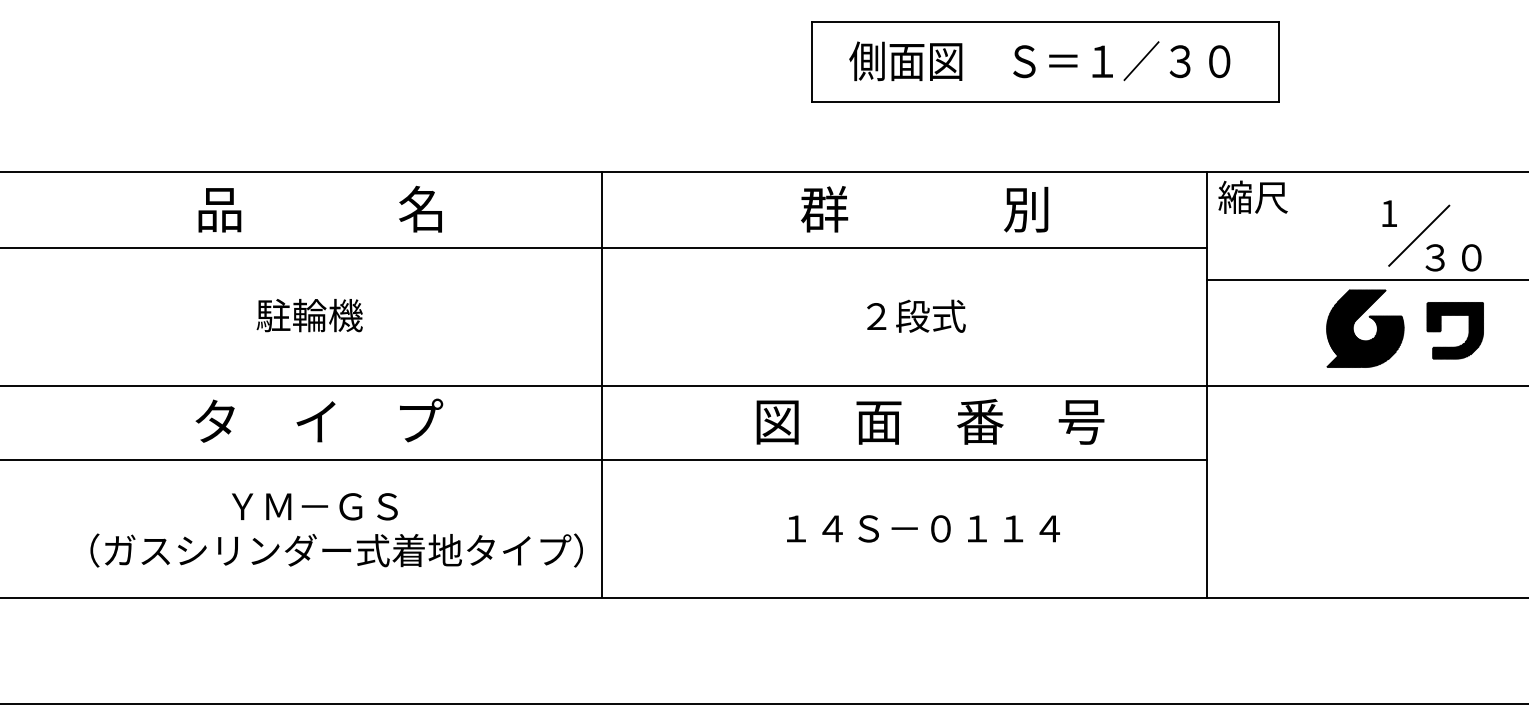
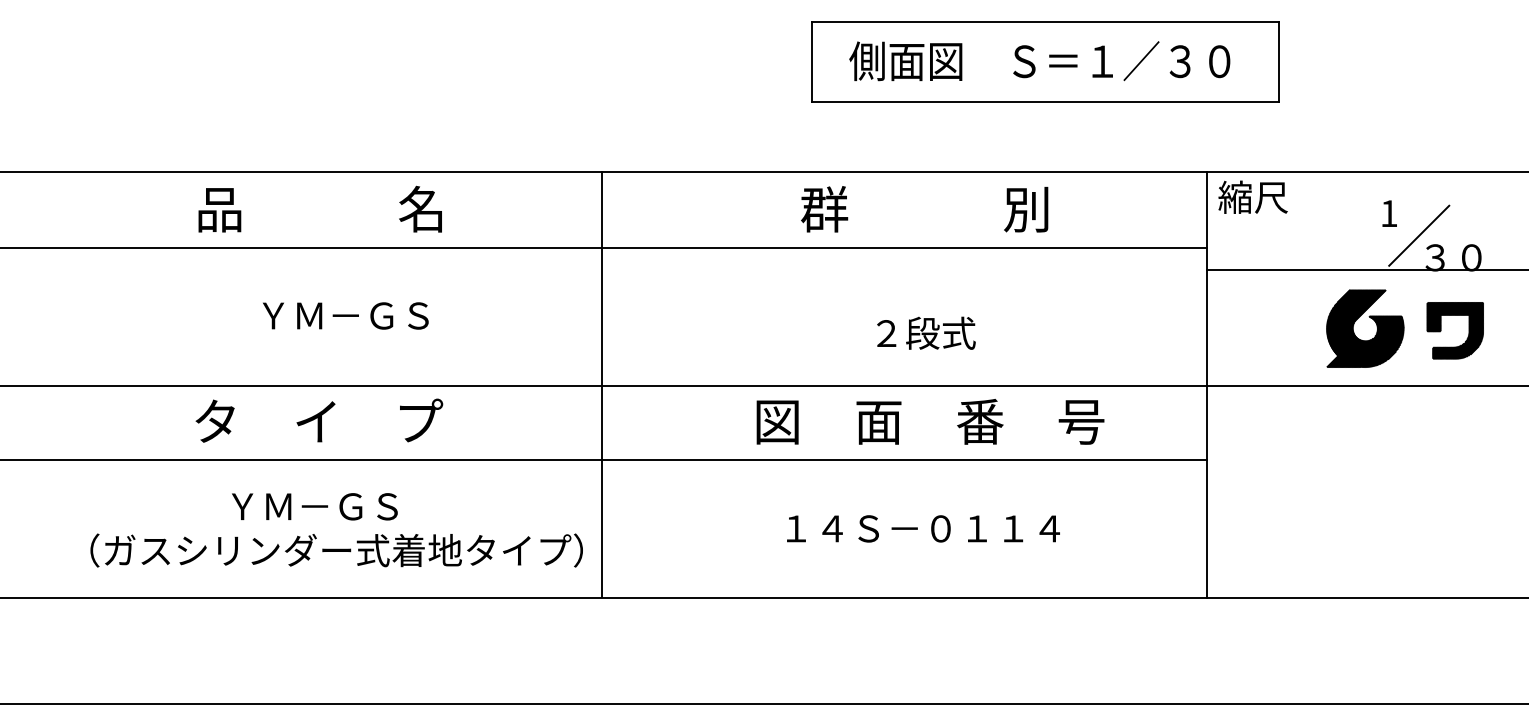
line at (1365, 279) position: (1365, 279) -> (1365, 269)
text at (342, 315): 駐輪機 -> ＹＭ－ＧＳ
text at (916, 315) position: (916, 315) -> (926, 332)
